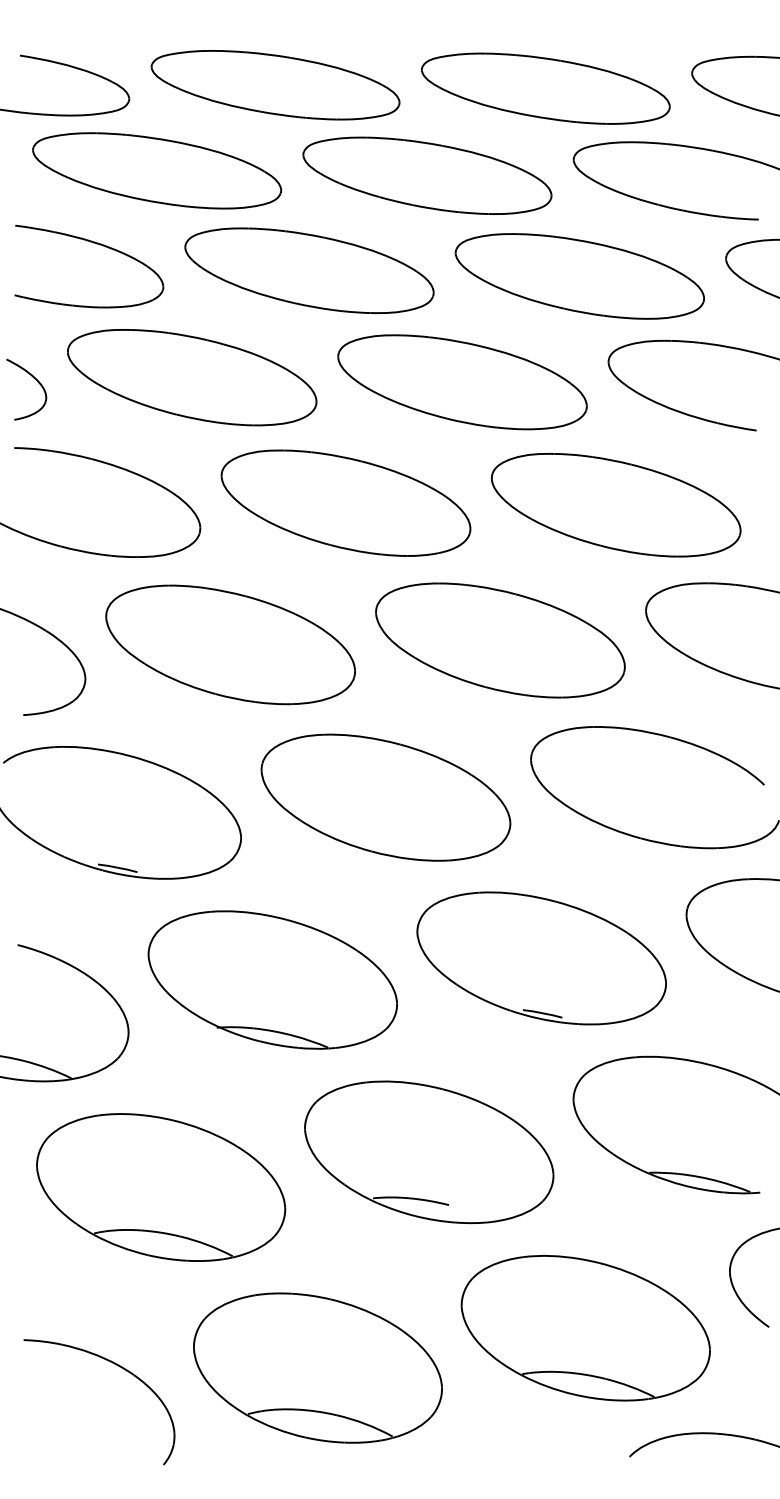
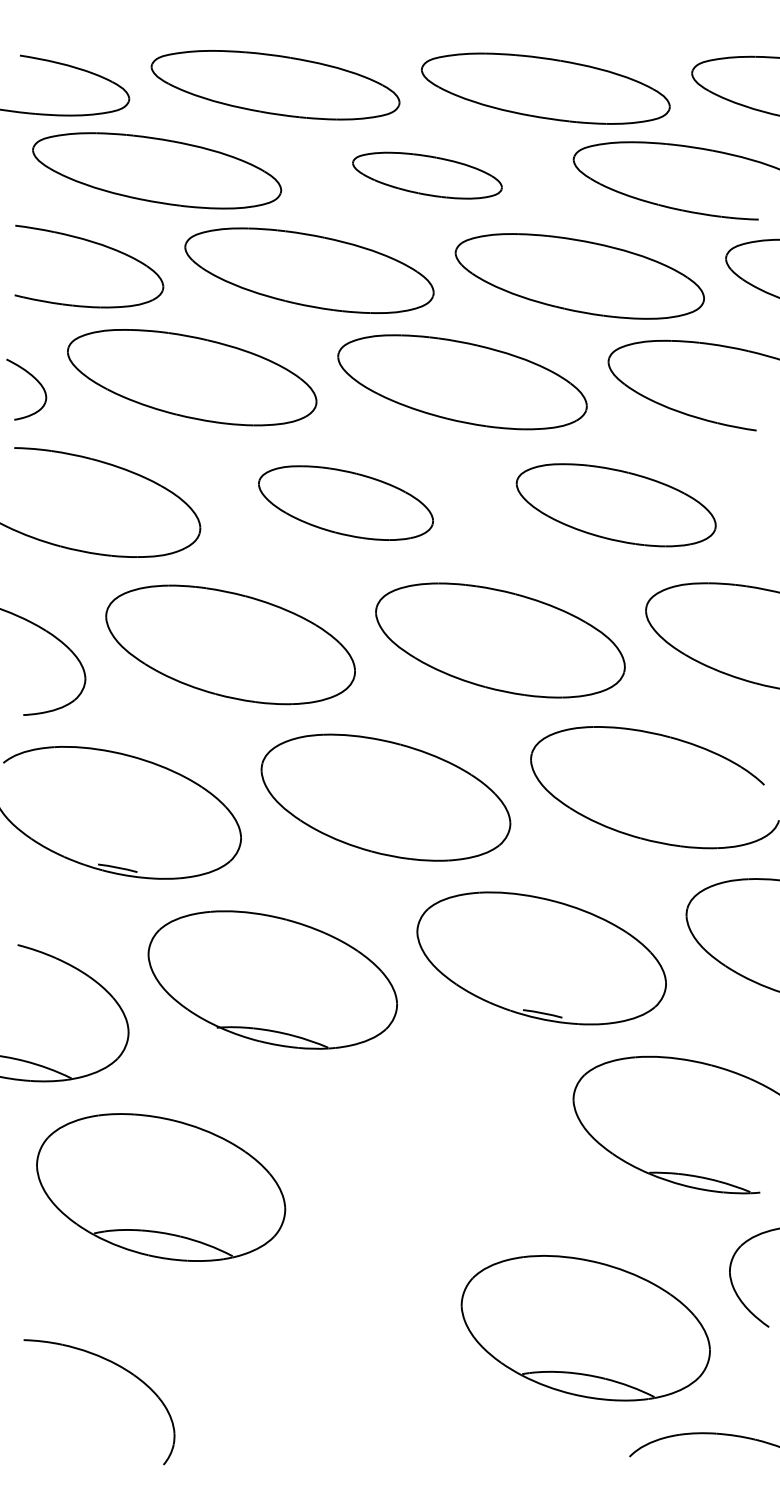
part at (427, 175) size: 251x79 px -> 151x49 px
part at (345, 502) size: 252x108 px -> 176x76 px
part at (616, 505) size: 251x105 px -> 202x85 px
part at (429, 1151): present -> none
part at (317, 1367): present -> none
